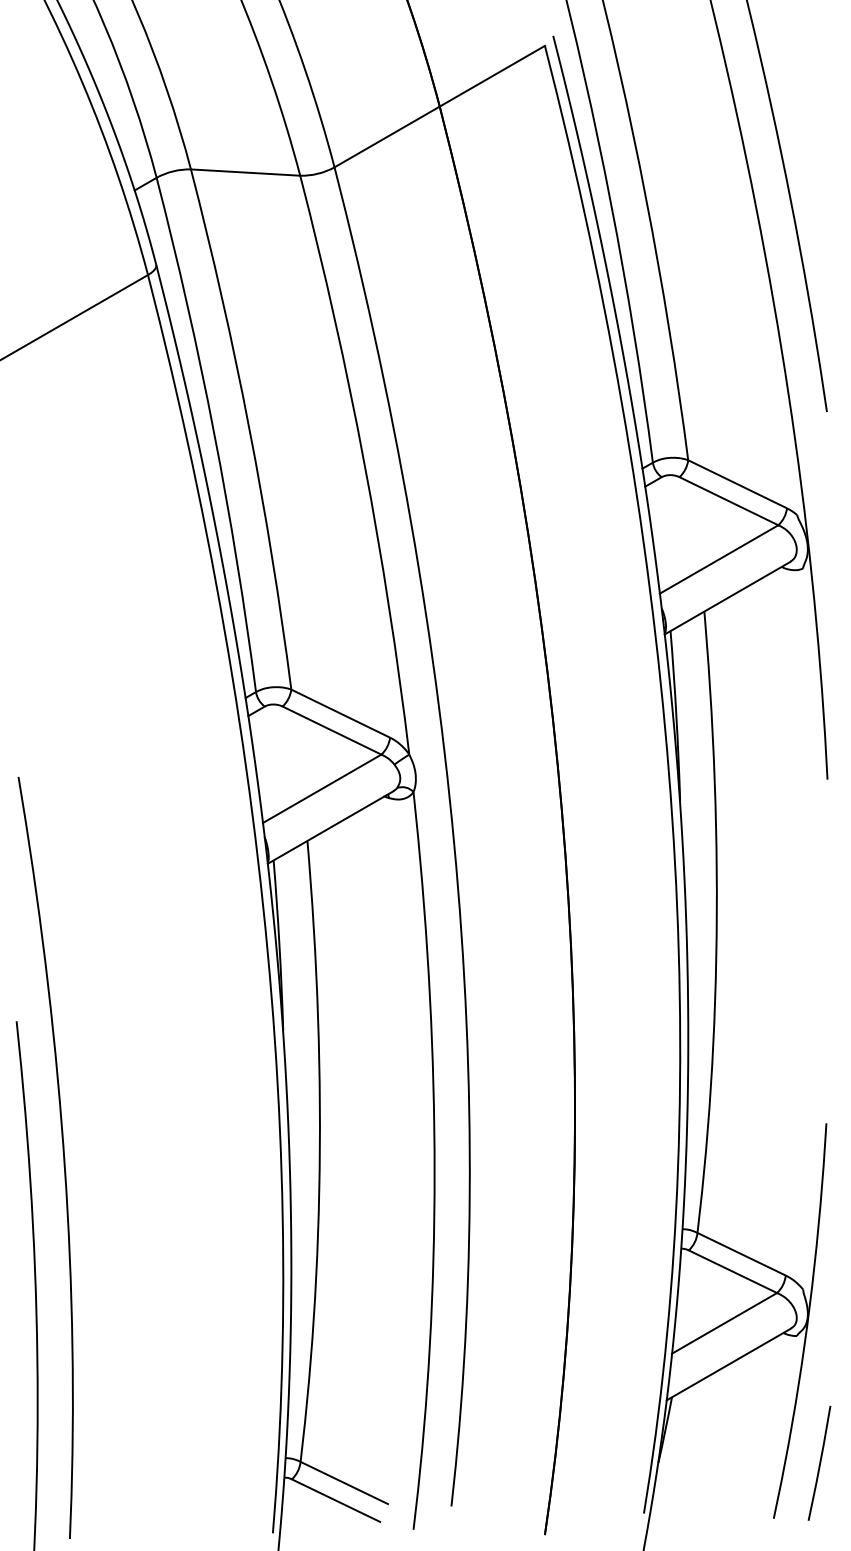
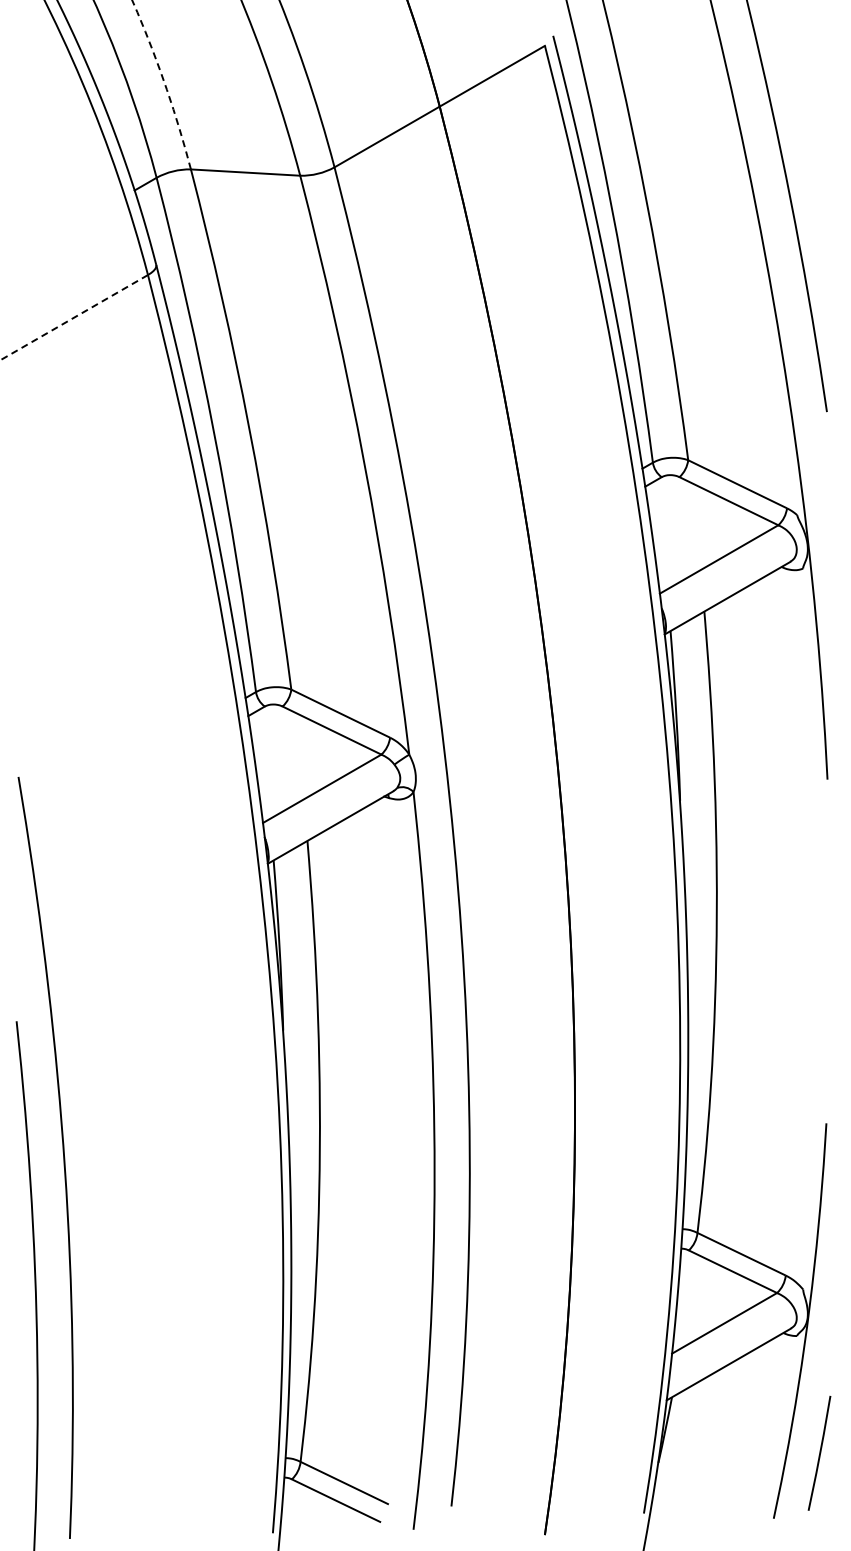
arc at (164, 83): solid -> dashed
line at (74, 317): solid -> dashed
line at (819, 1463) position: (819, 1463) -> (819, 1453)
